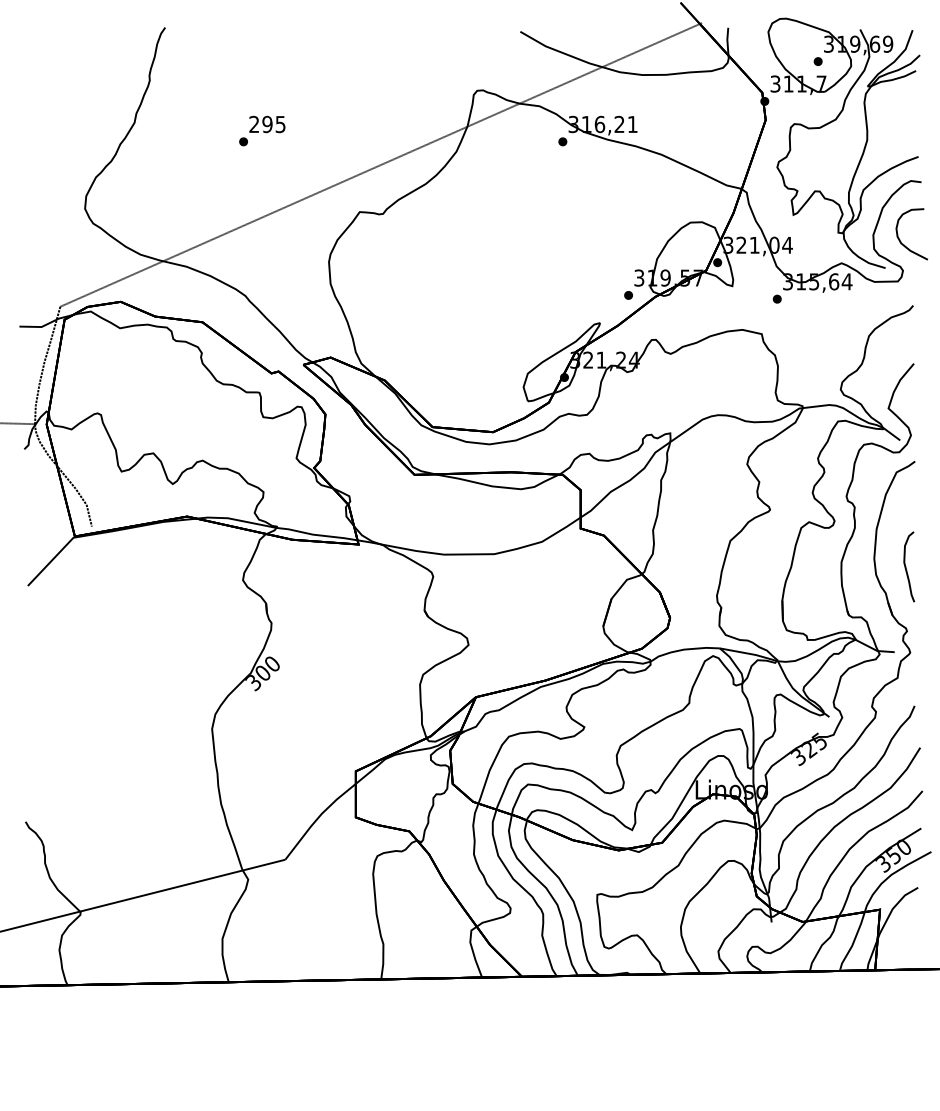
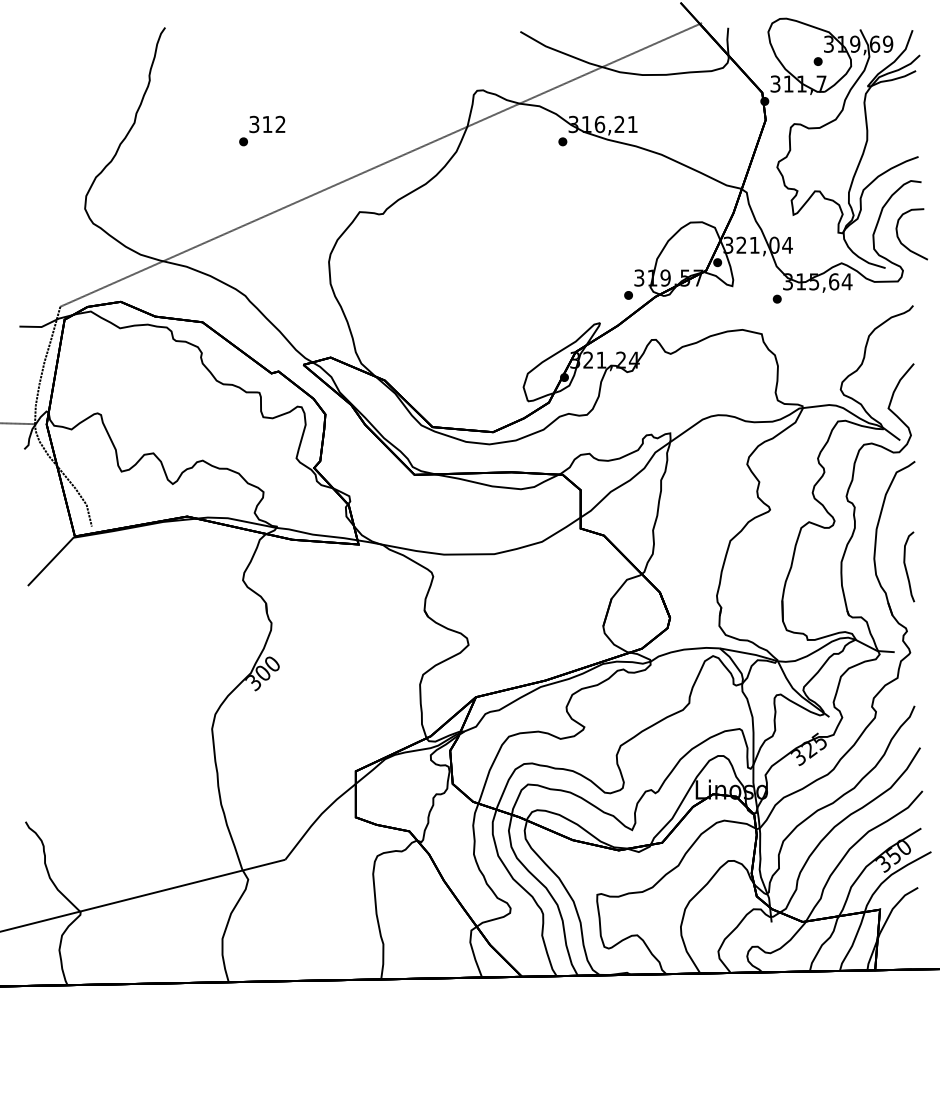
text at (267, 124): 295 -> 312
